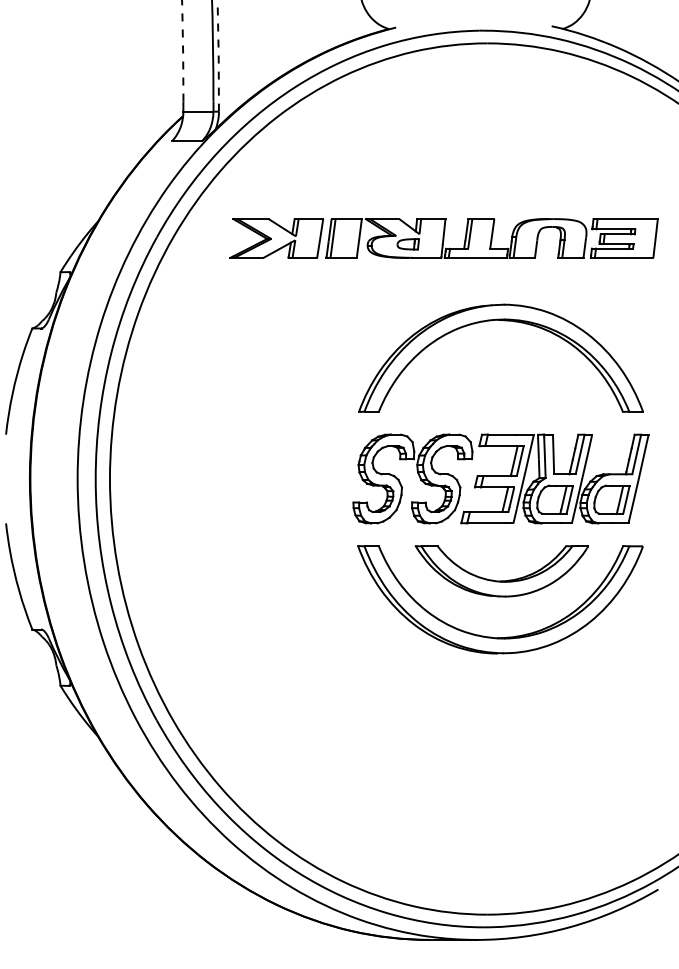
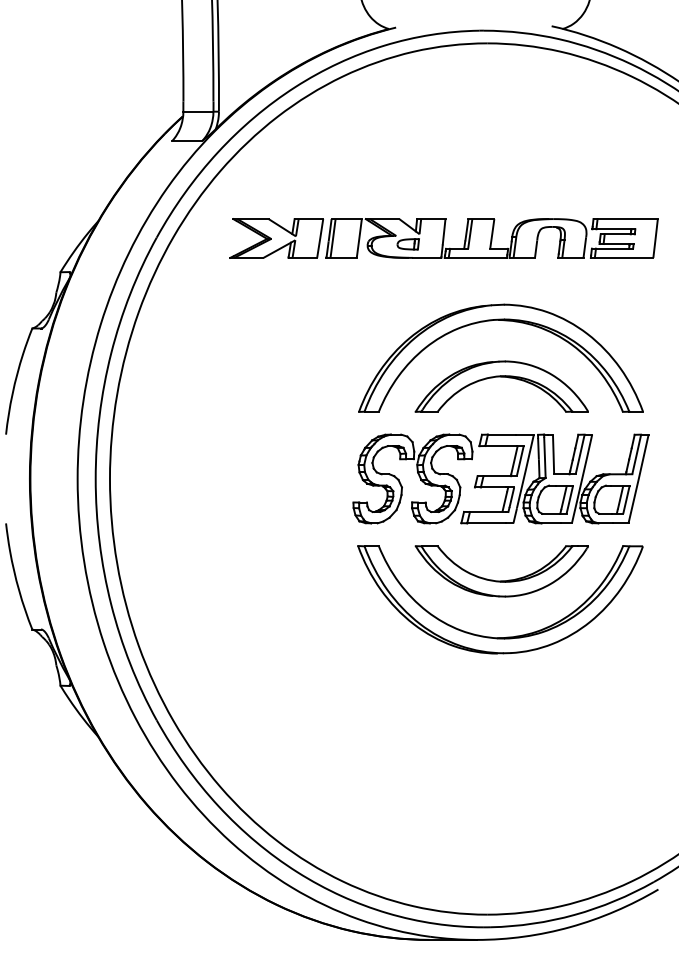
arc at (183, 50): dashed -> solid
arc at (218, 55): dashed -> solid
part at (501, 377): none -> present
